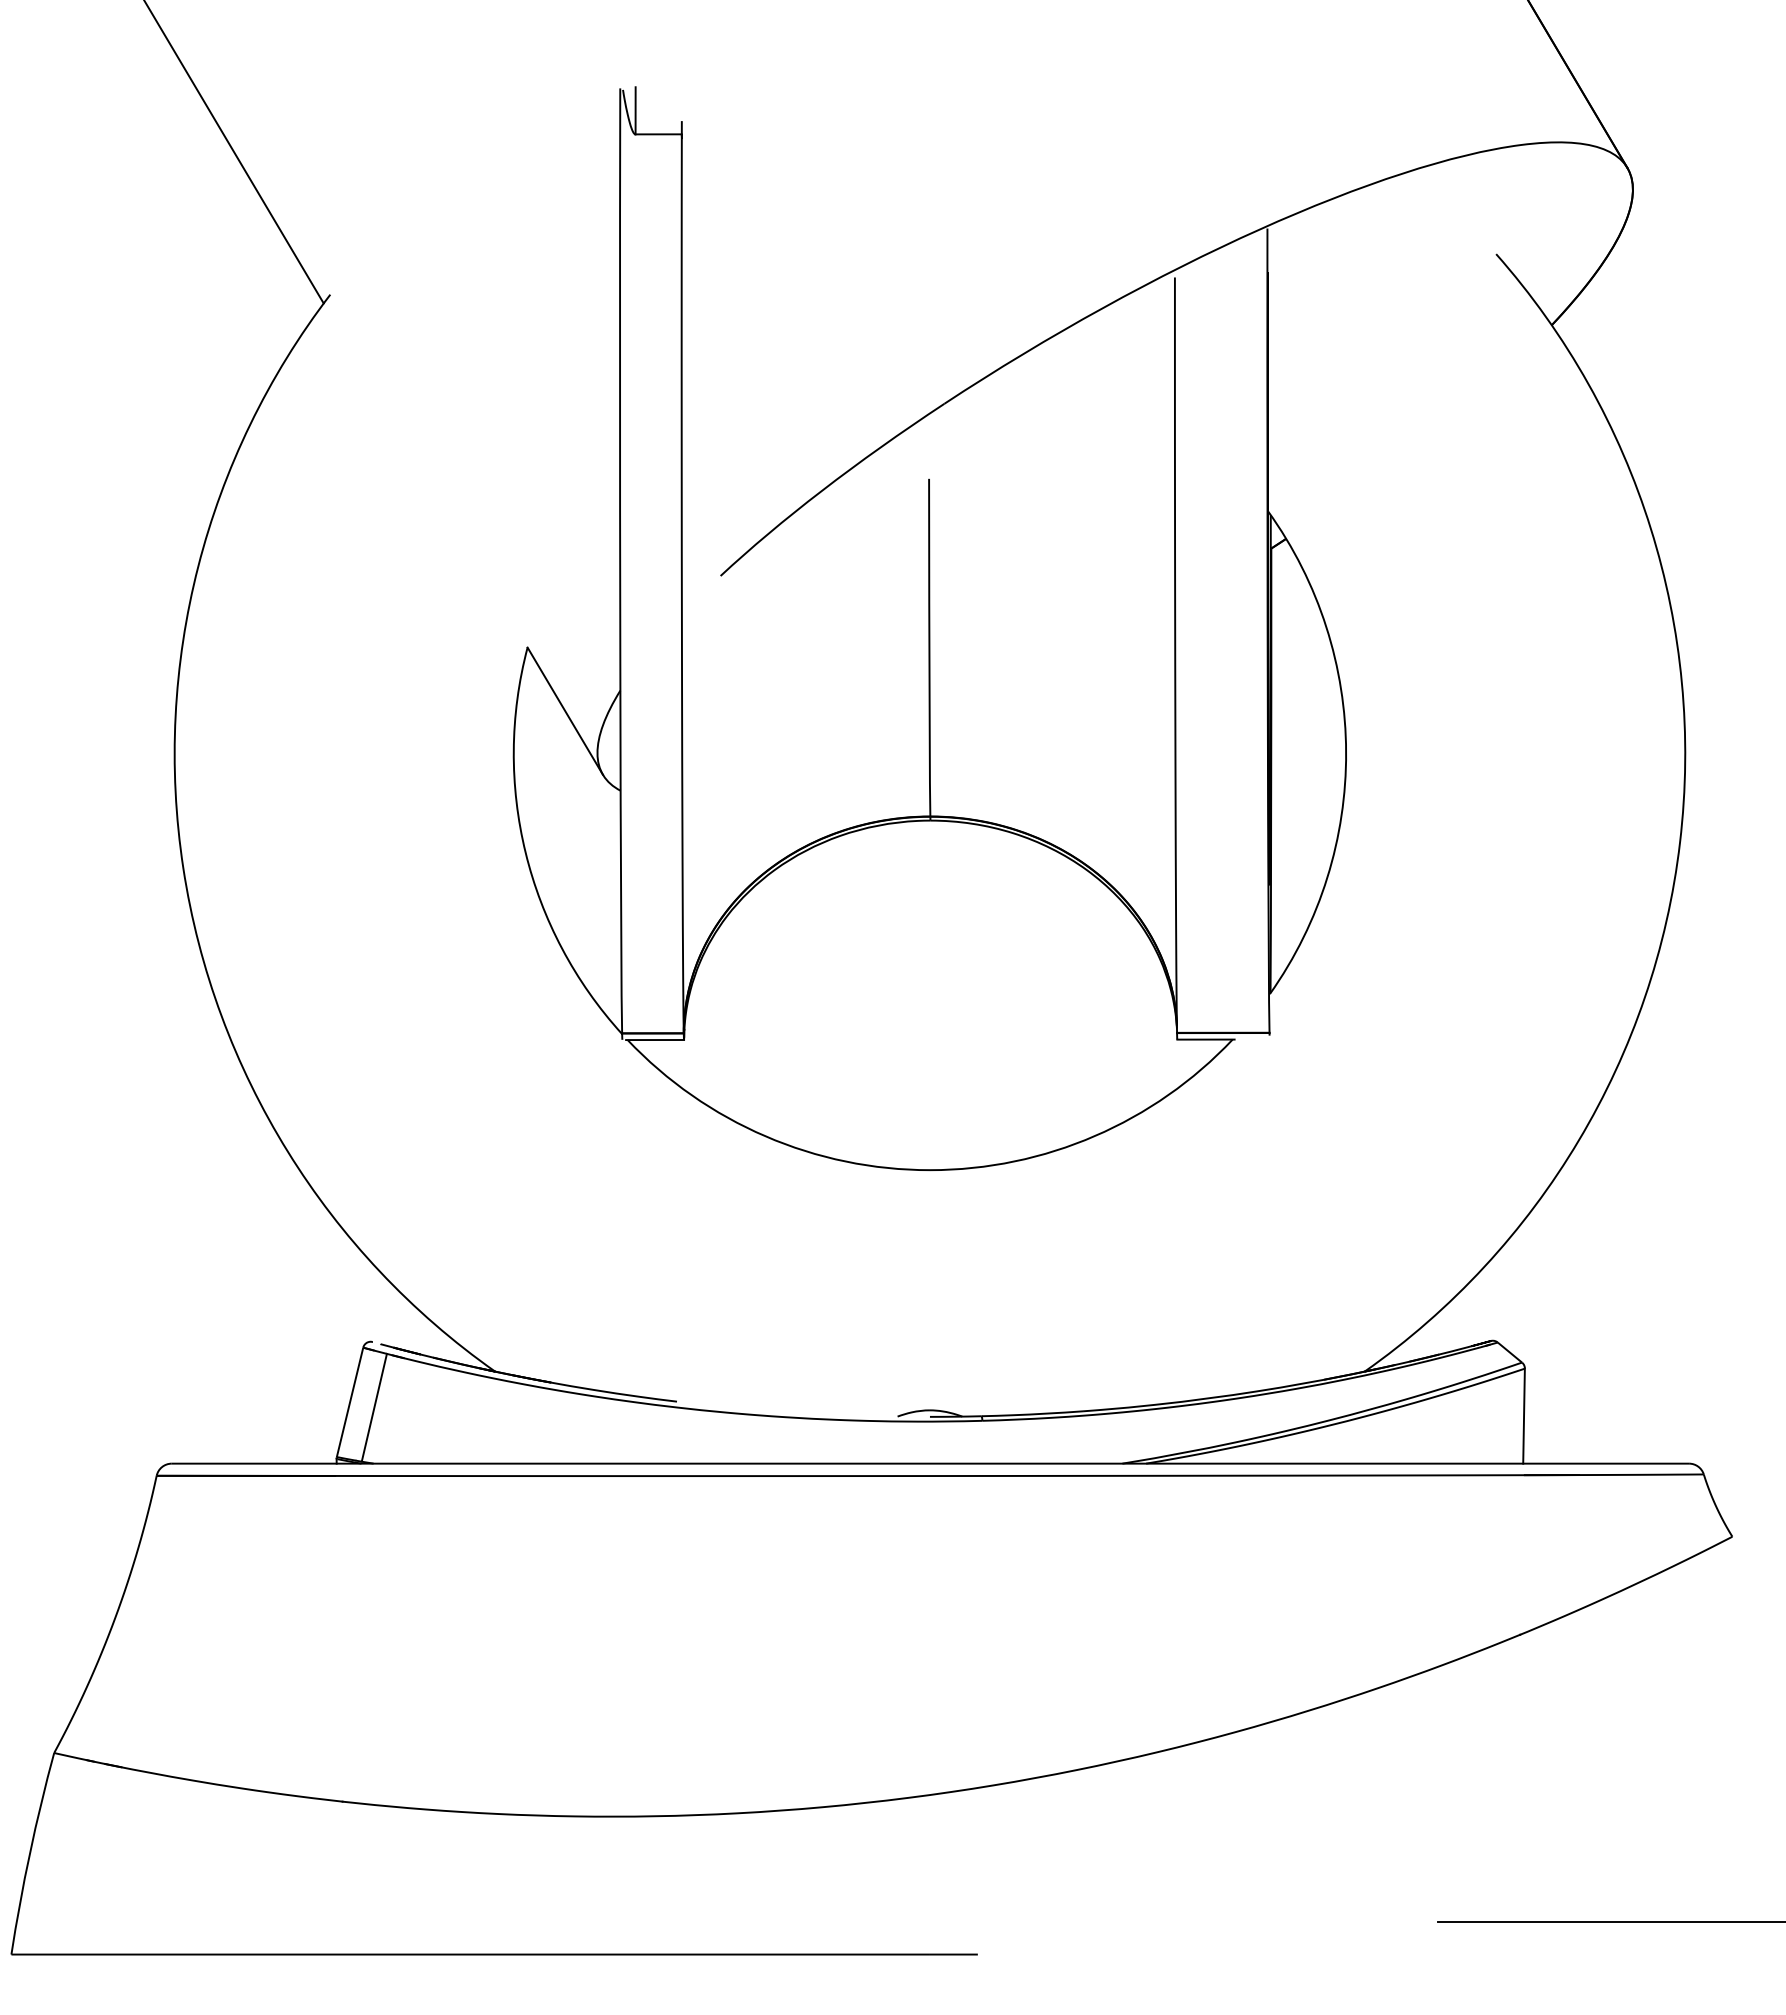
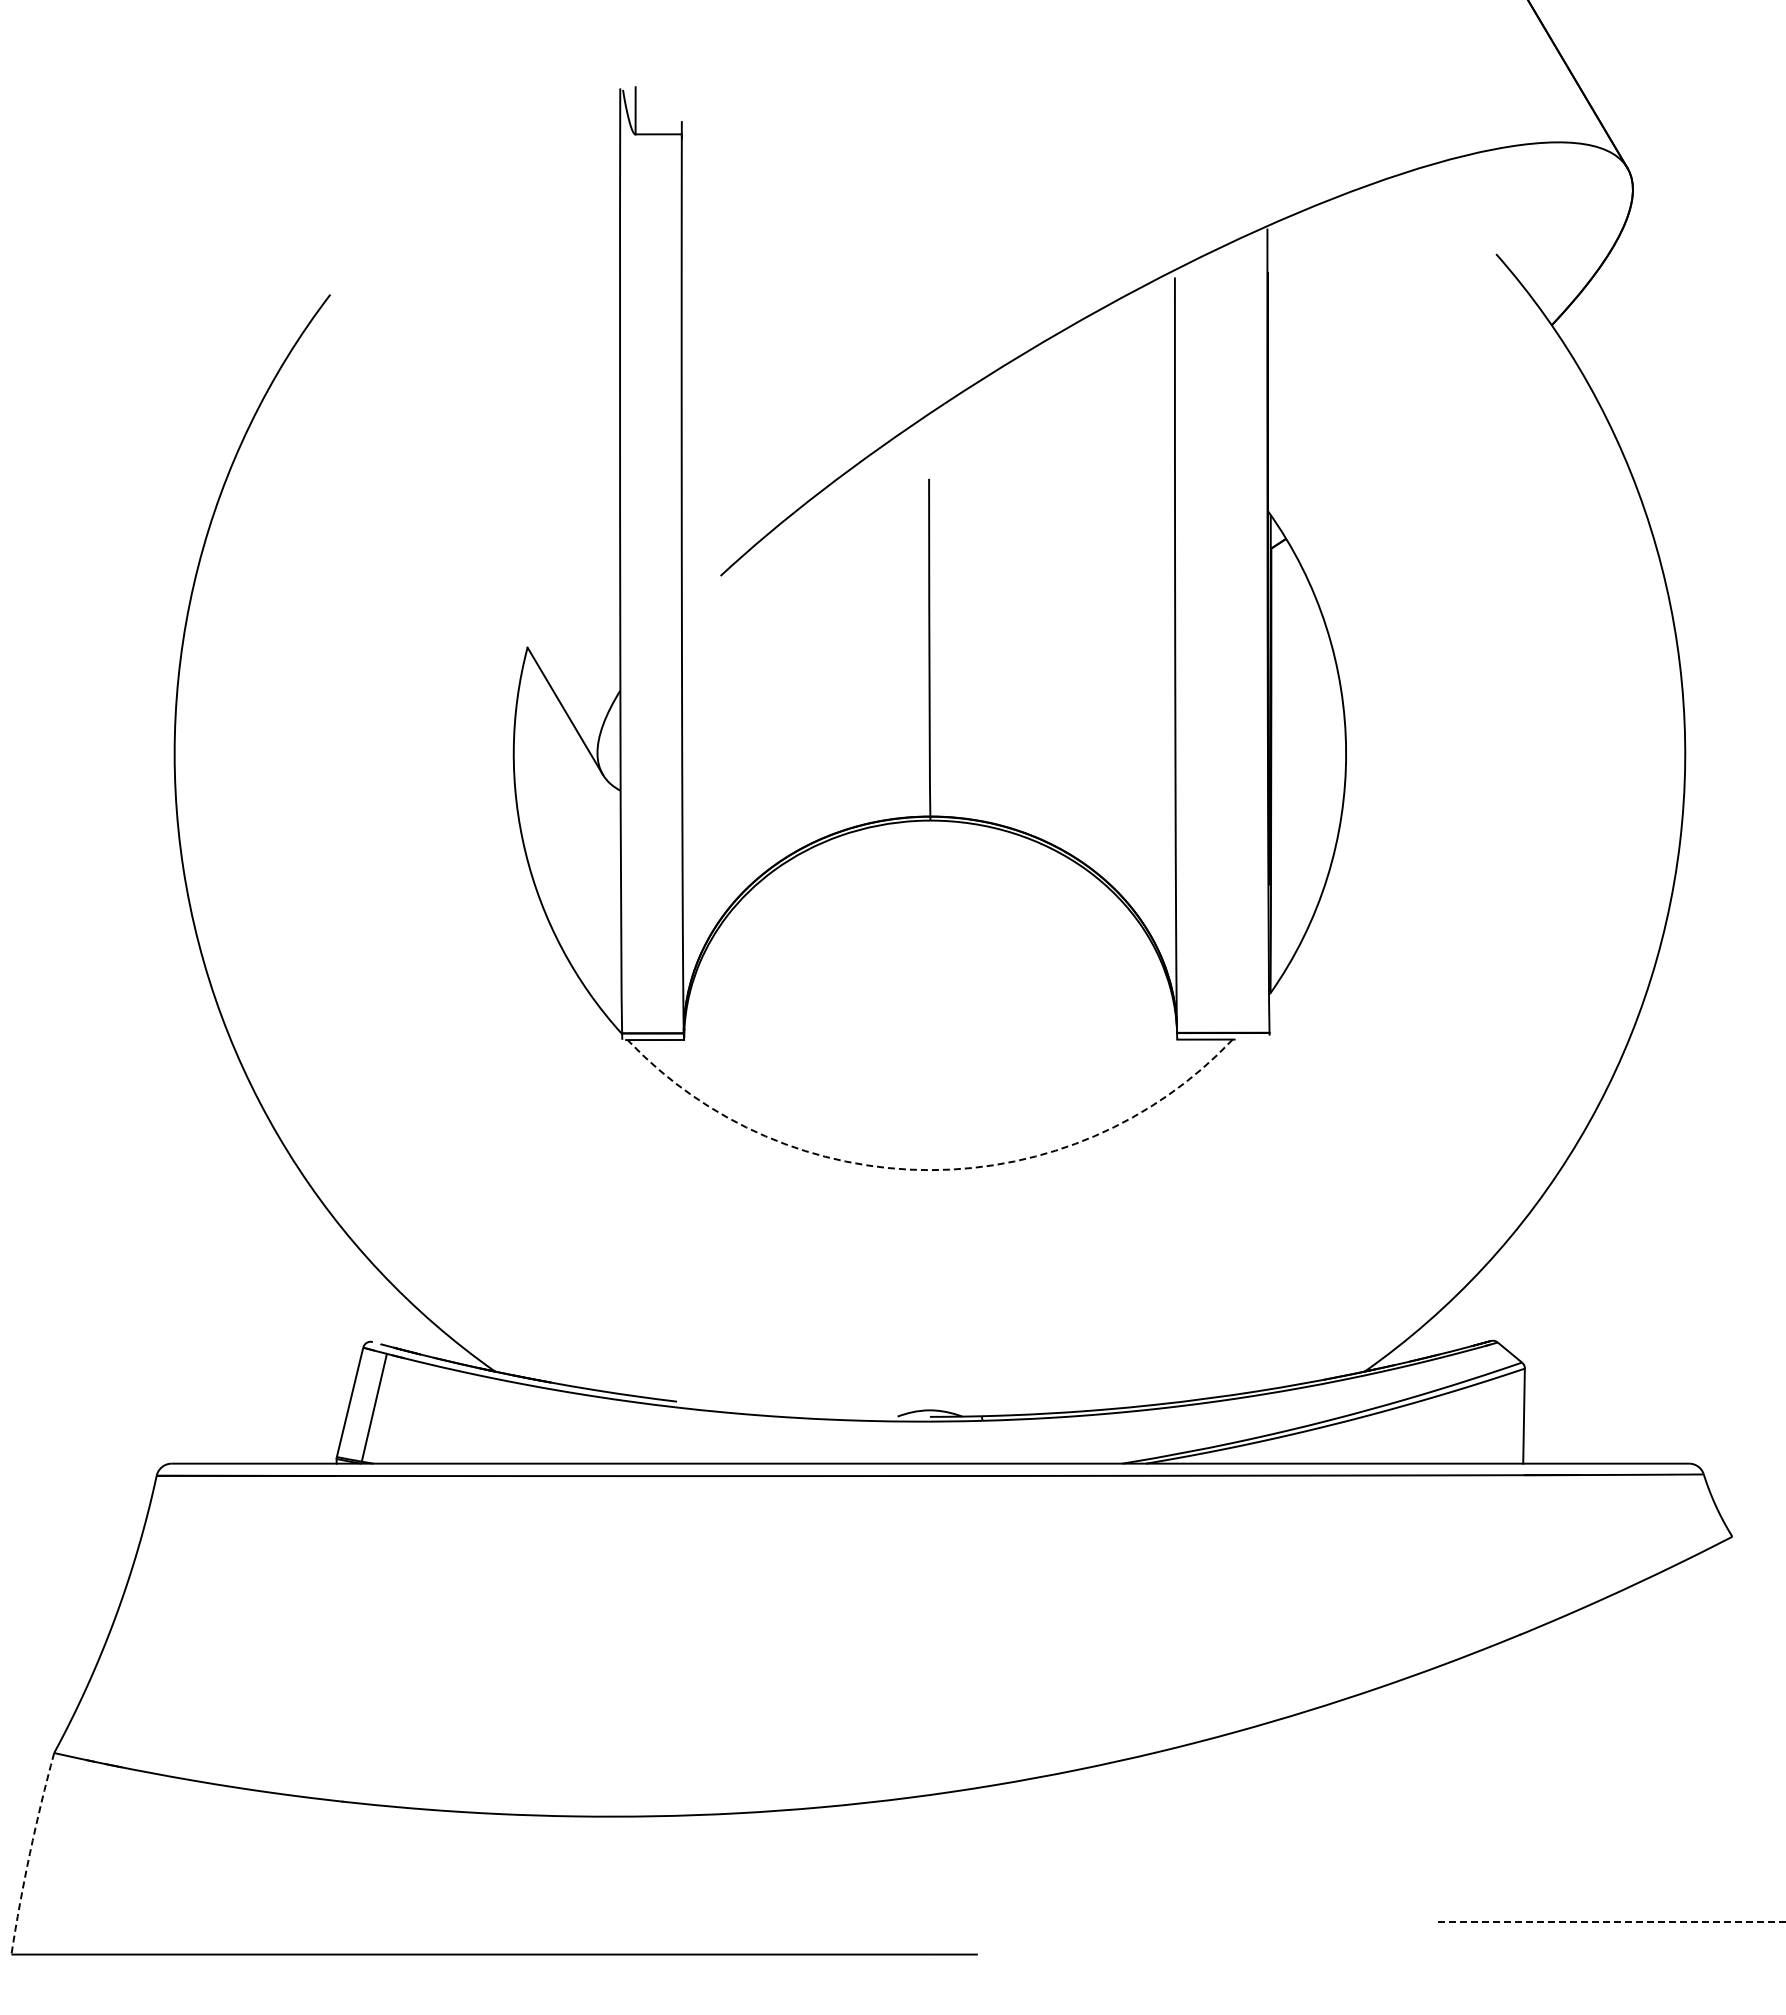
line at (234, 152): present -> none
arc at (930, 1170): solid -> dashed
arc at (30, 1853): solid -> dashed
line at (1612, 1921): solid -> dashed
